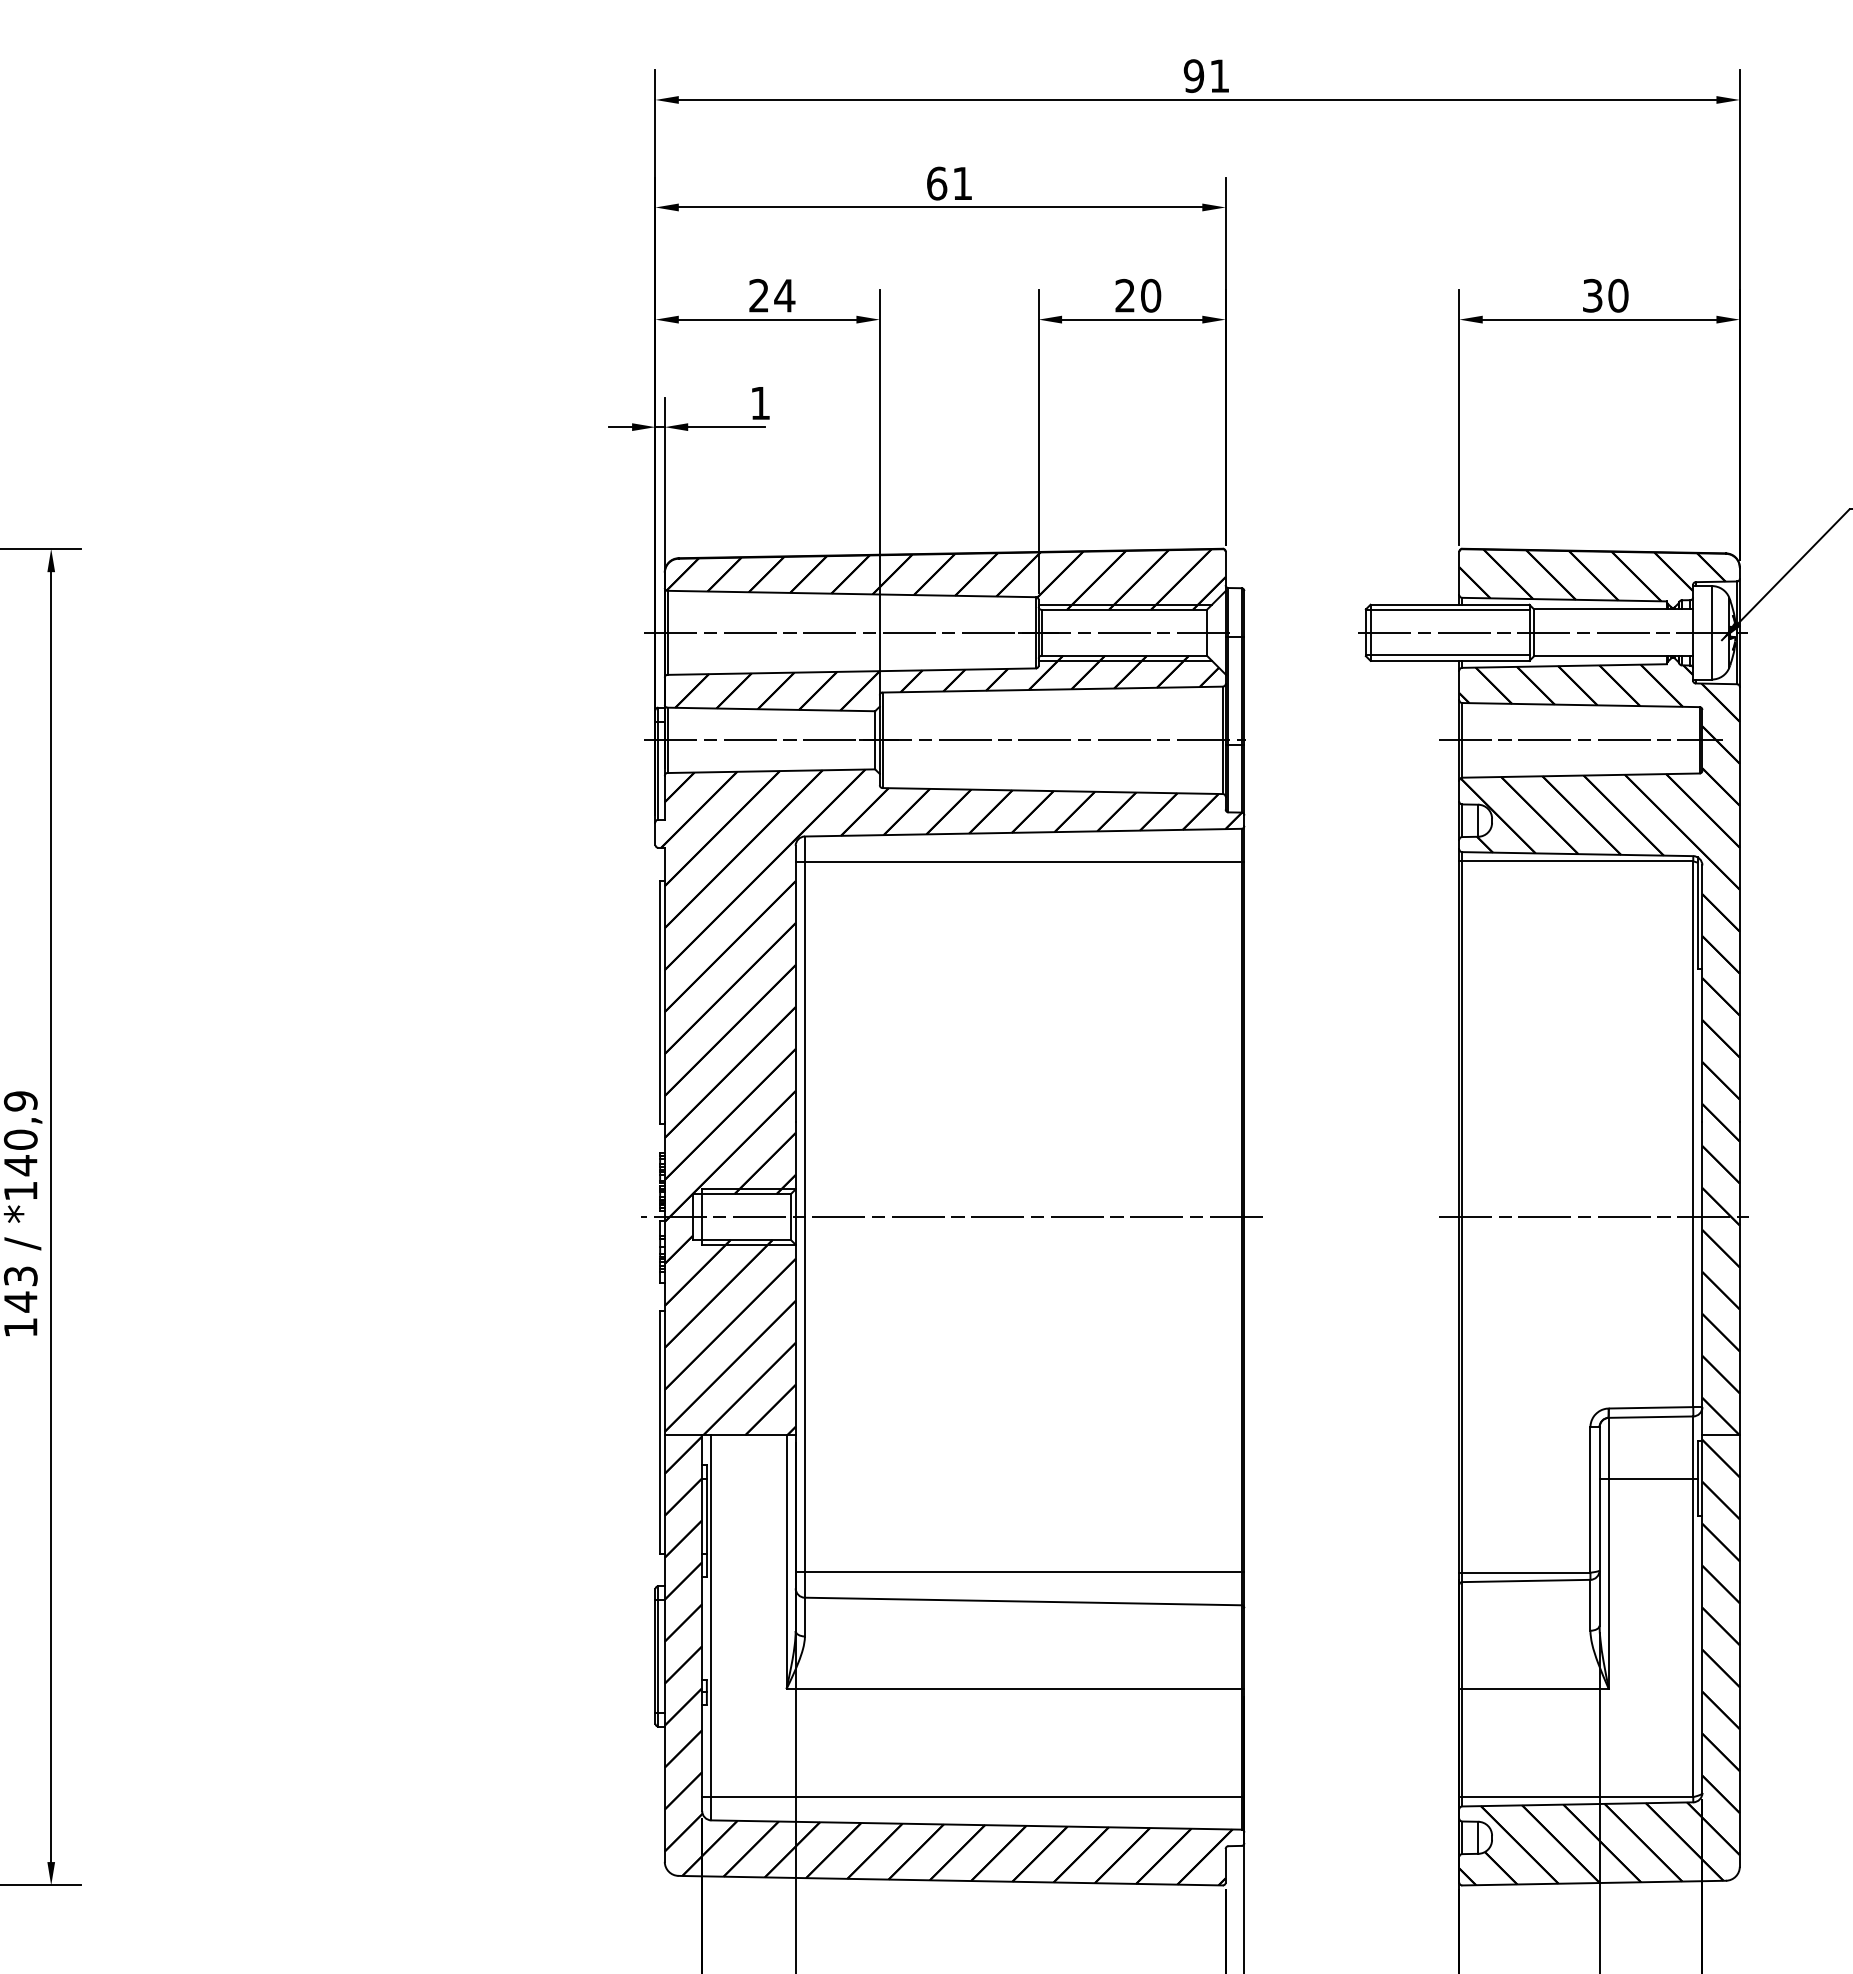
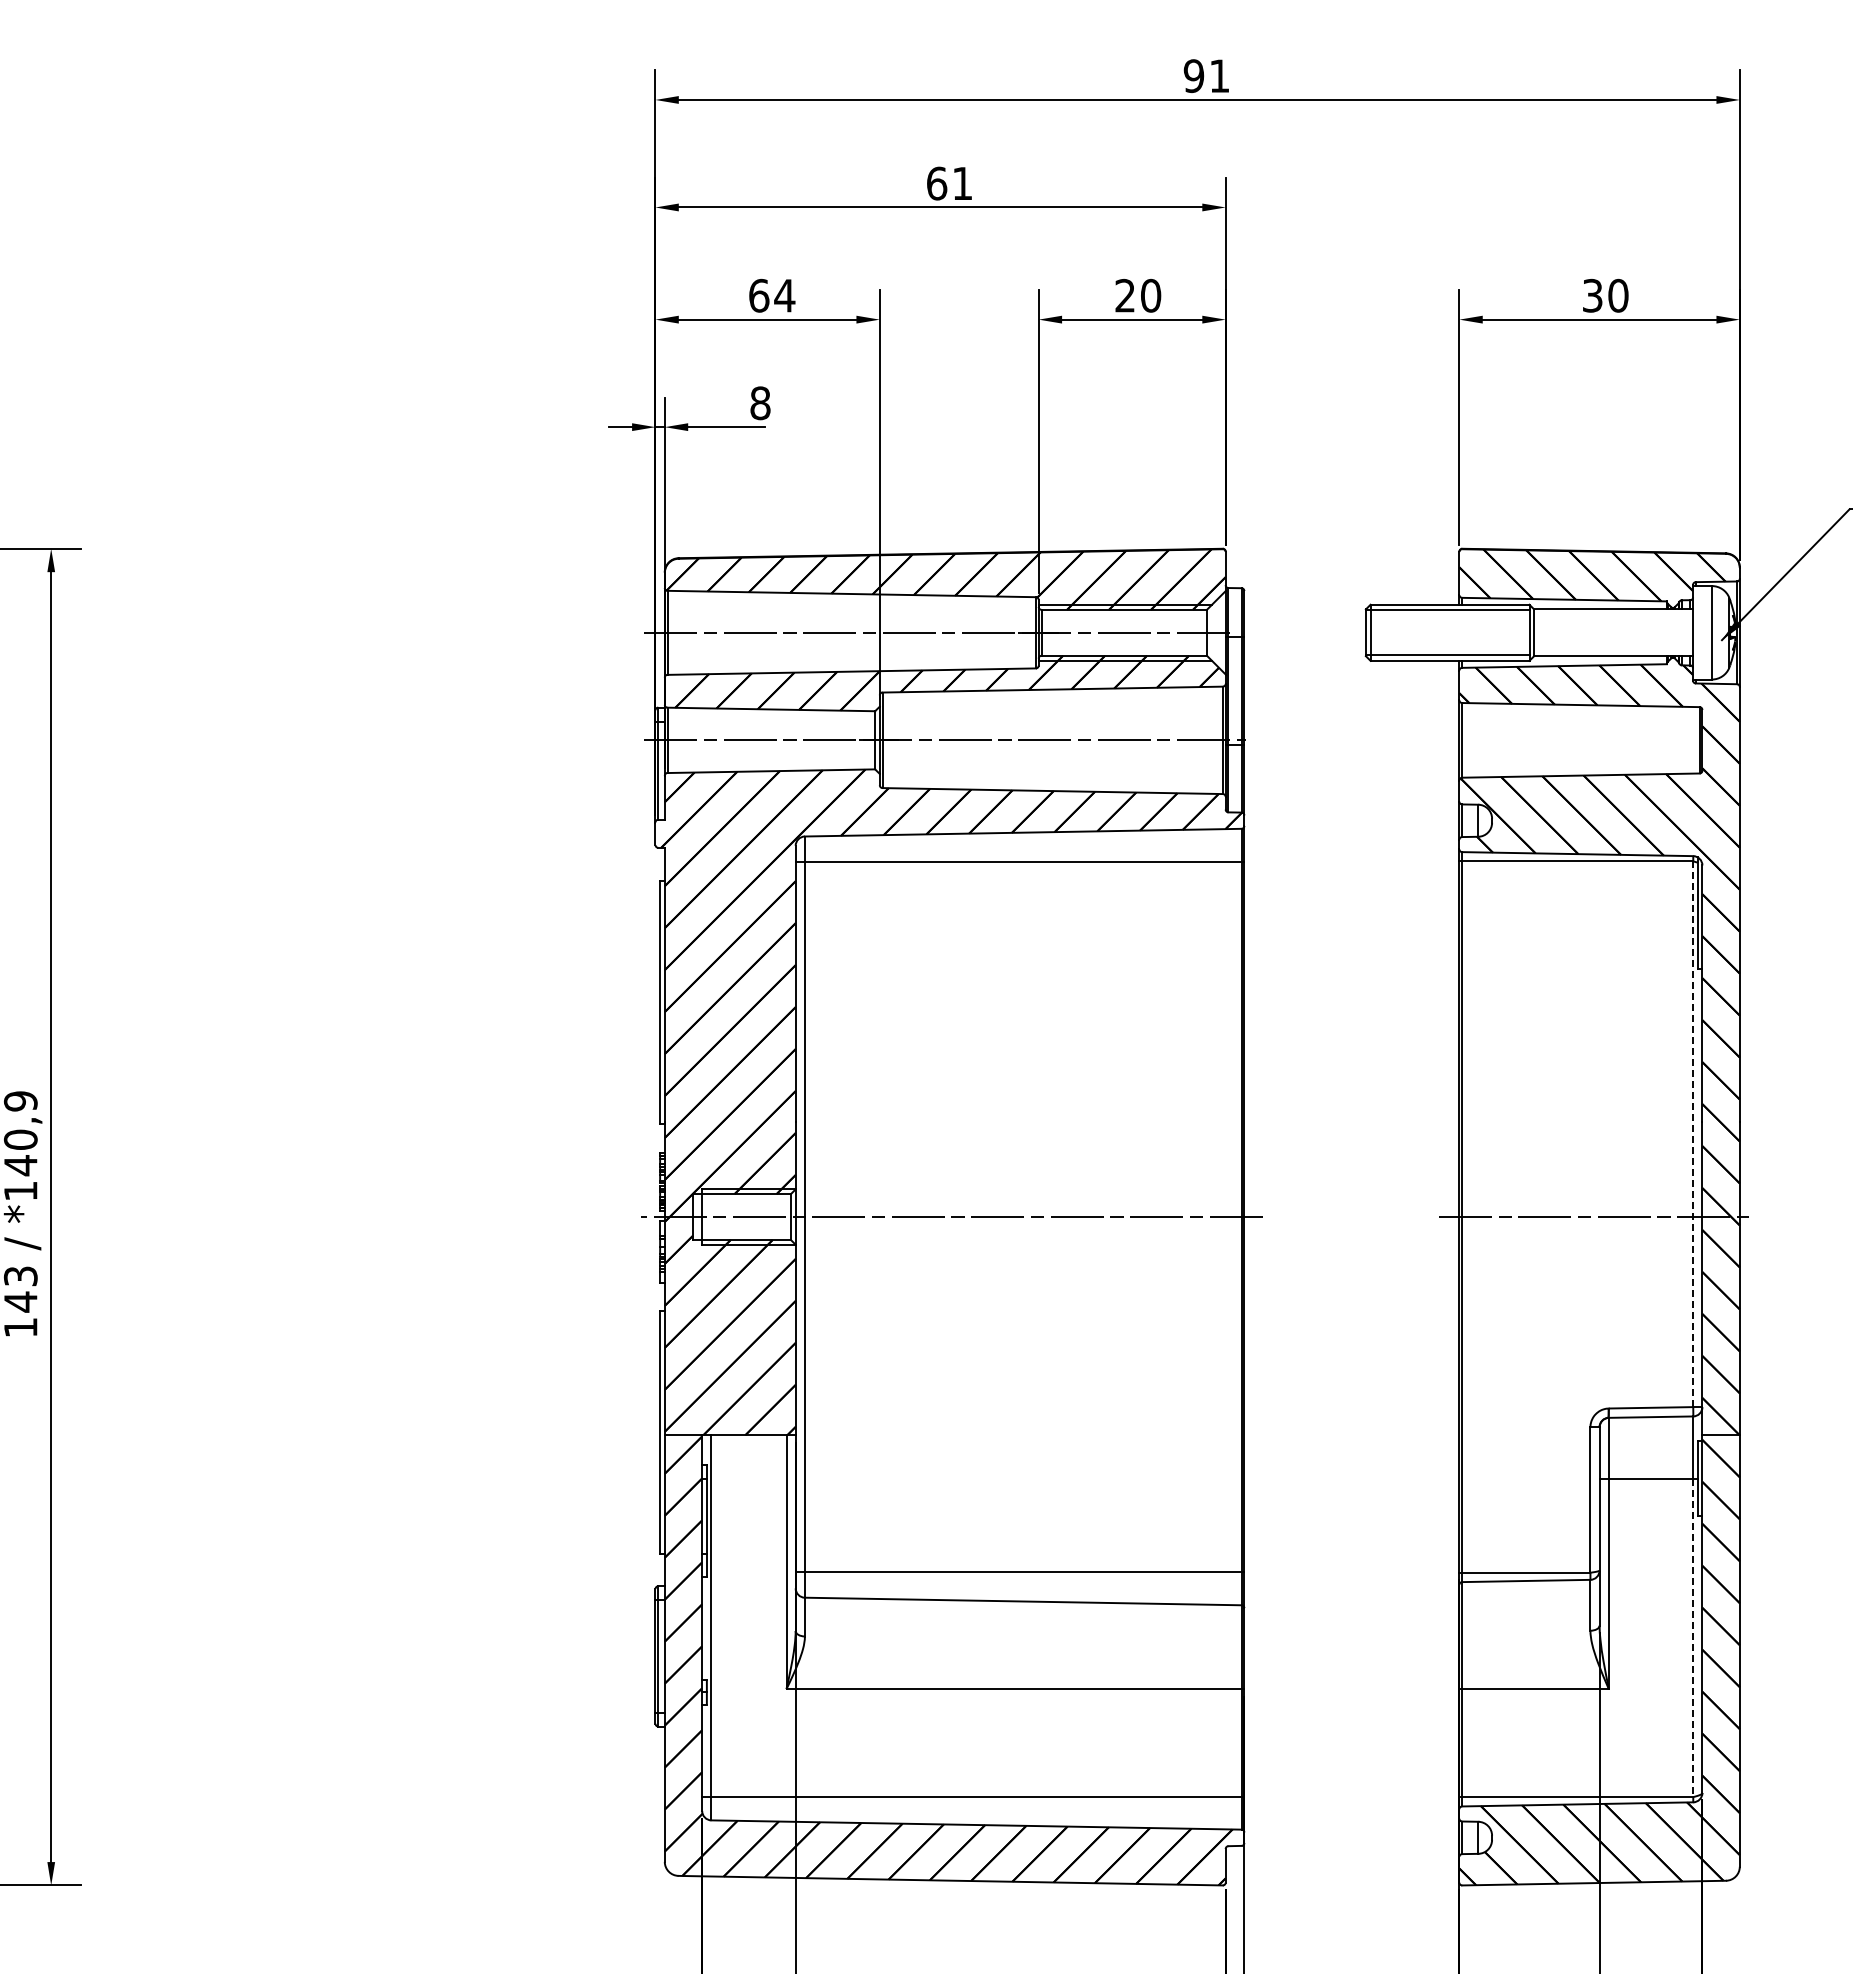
text at (759, 295): 24 -> 64
text at (760, 403): 1 -> 8
line at (1553, 632): present -> none
line at (1580, 740): present -> none
line at (1693, 1134): solid -> dashed
line at (1693, 1638): solid -> dashed
